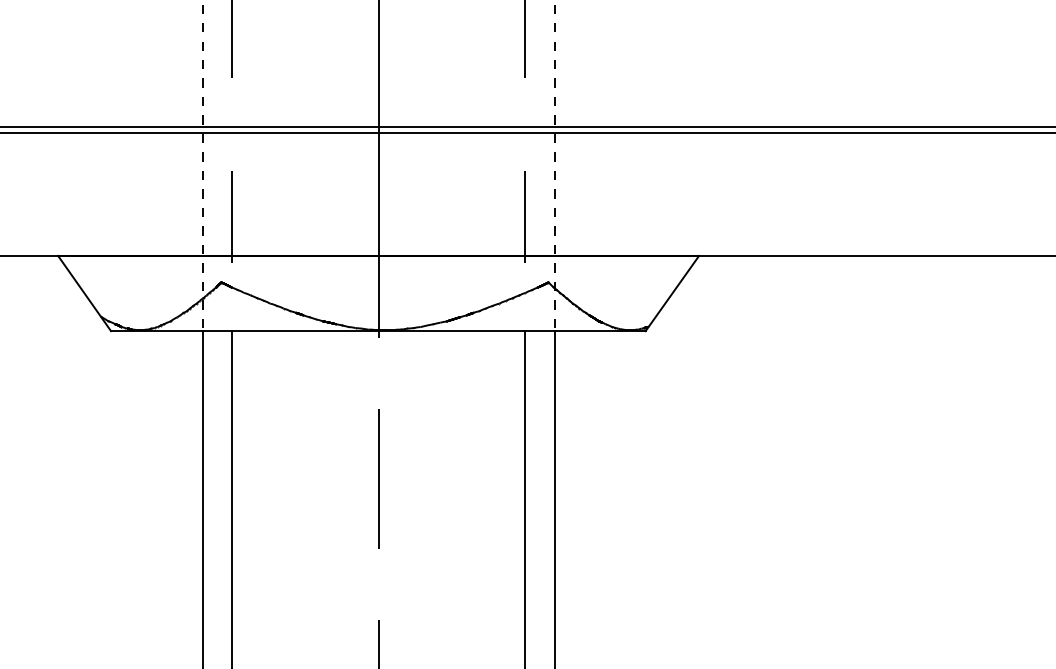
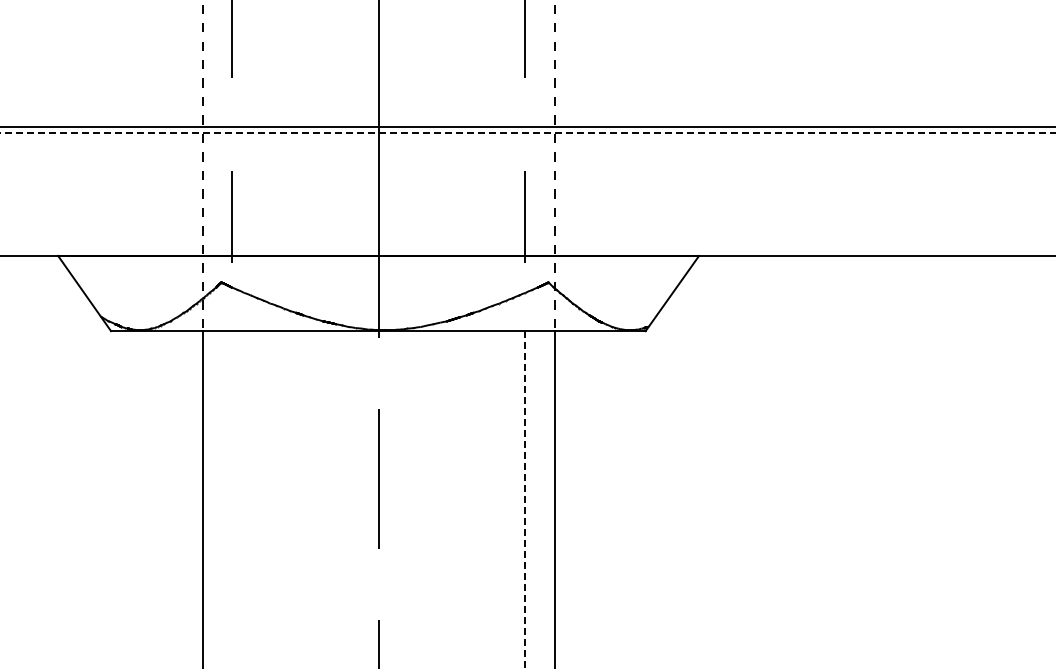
line at (527, 132): solid -> dashed
line at (231, 498): present -> none
line at (525, 500): solid -> dashed
